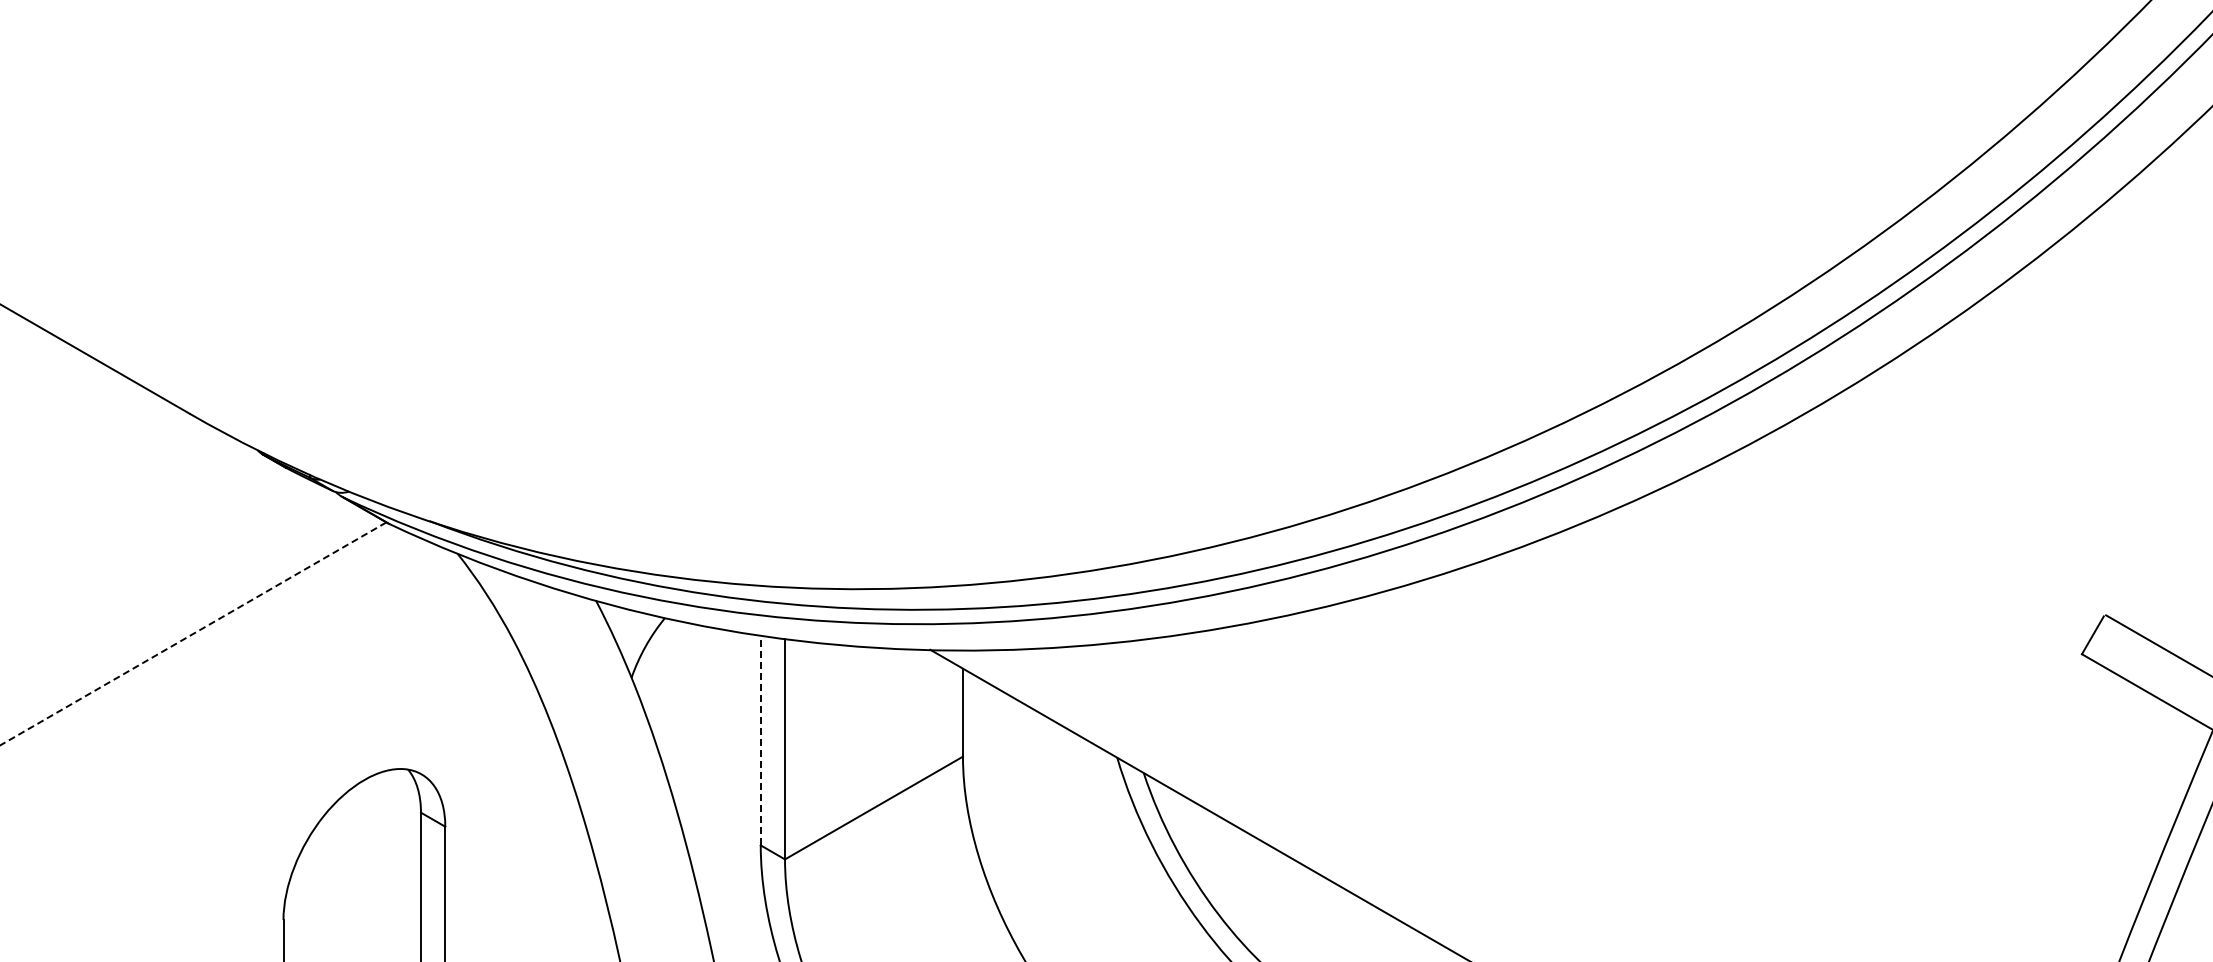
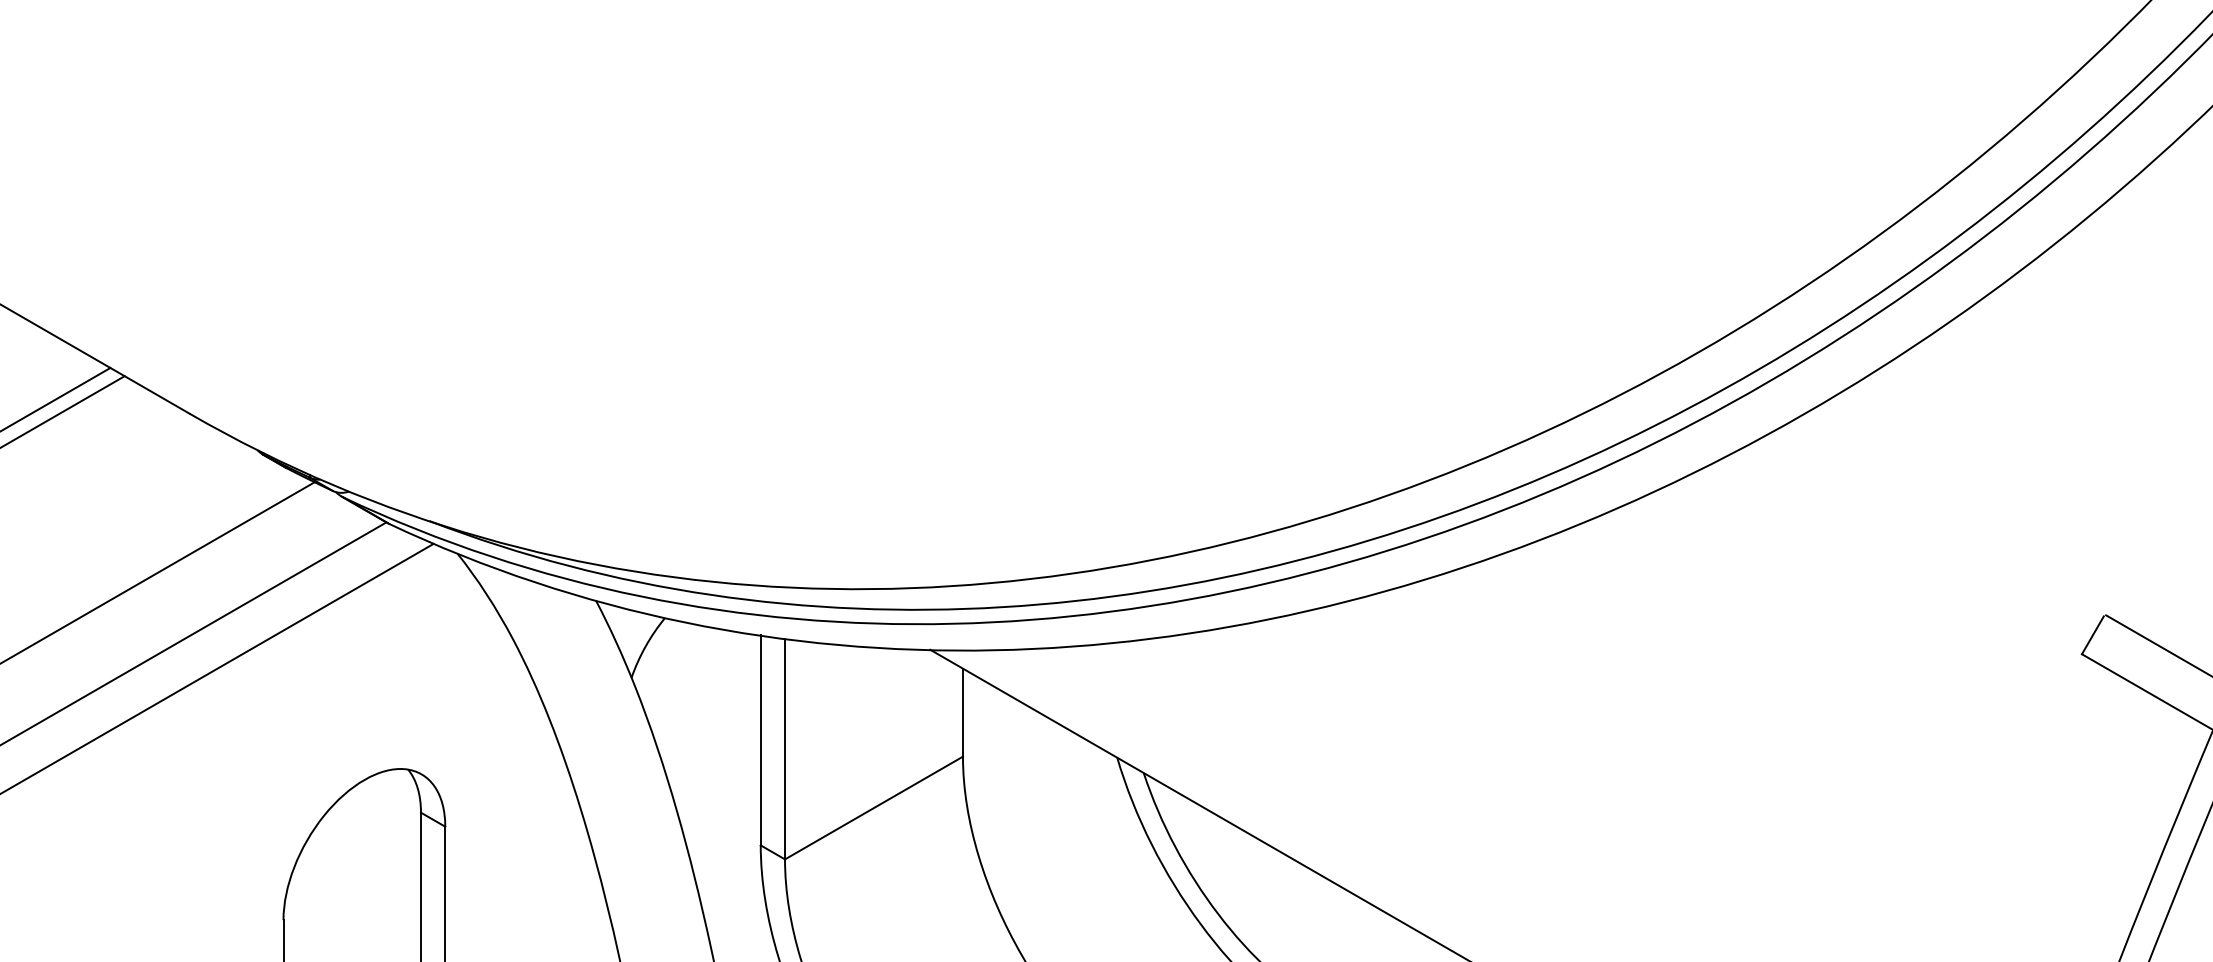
line at (56, 398): none -> present
line at (63, 411): none -> present
line at (158, 572): none -> present
line at (193, 633): dashed -> solid
line at (217, 667): none -> present
line at (760, 740): dashed -> solid
